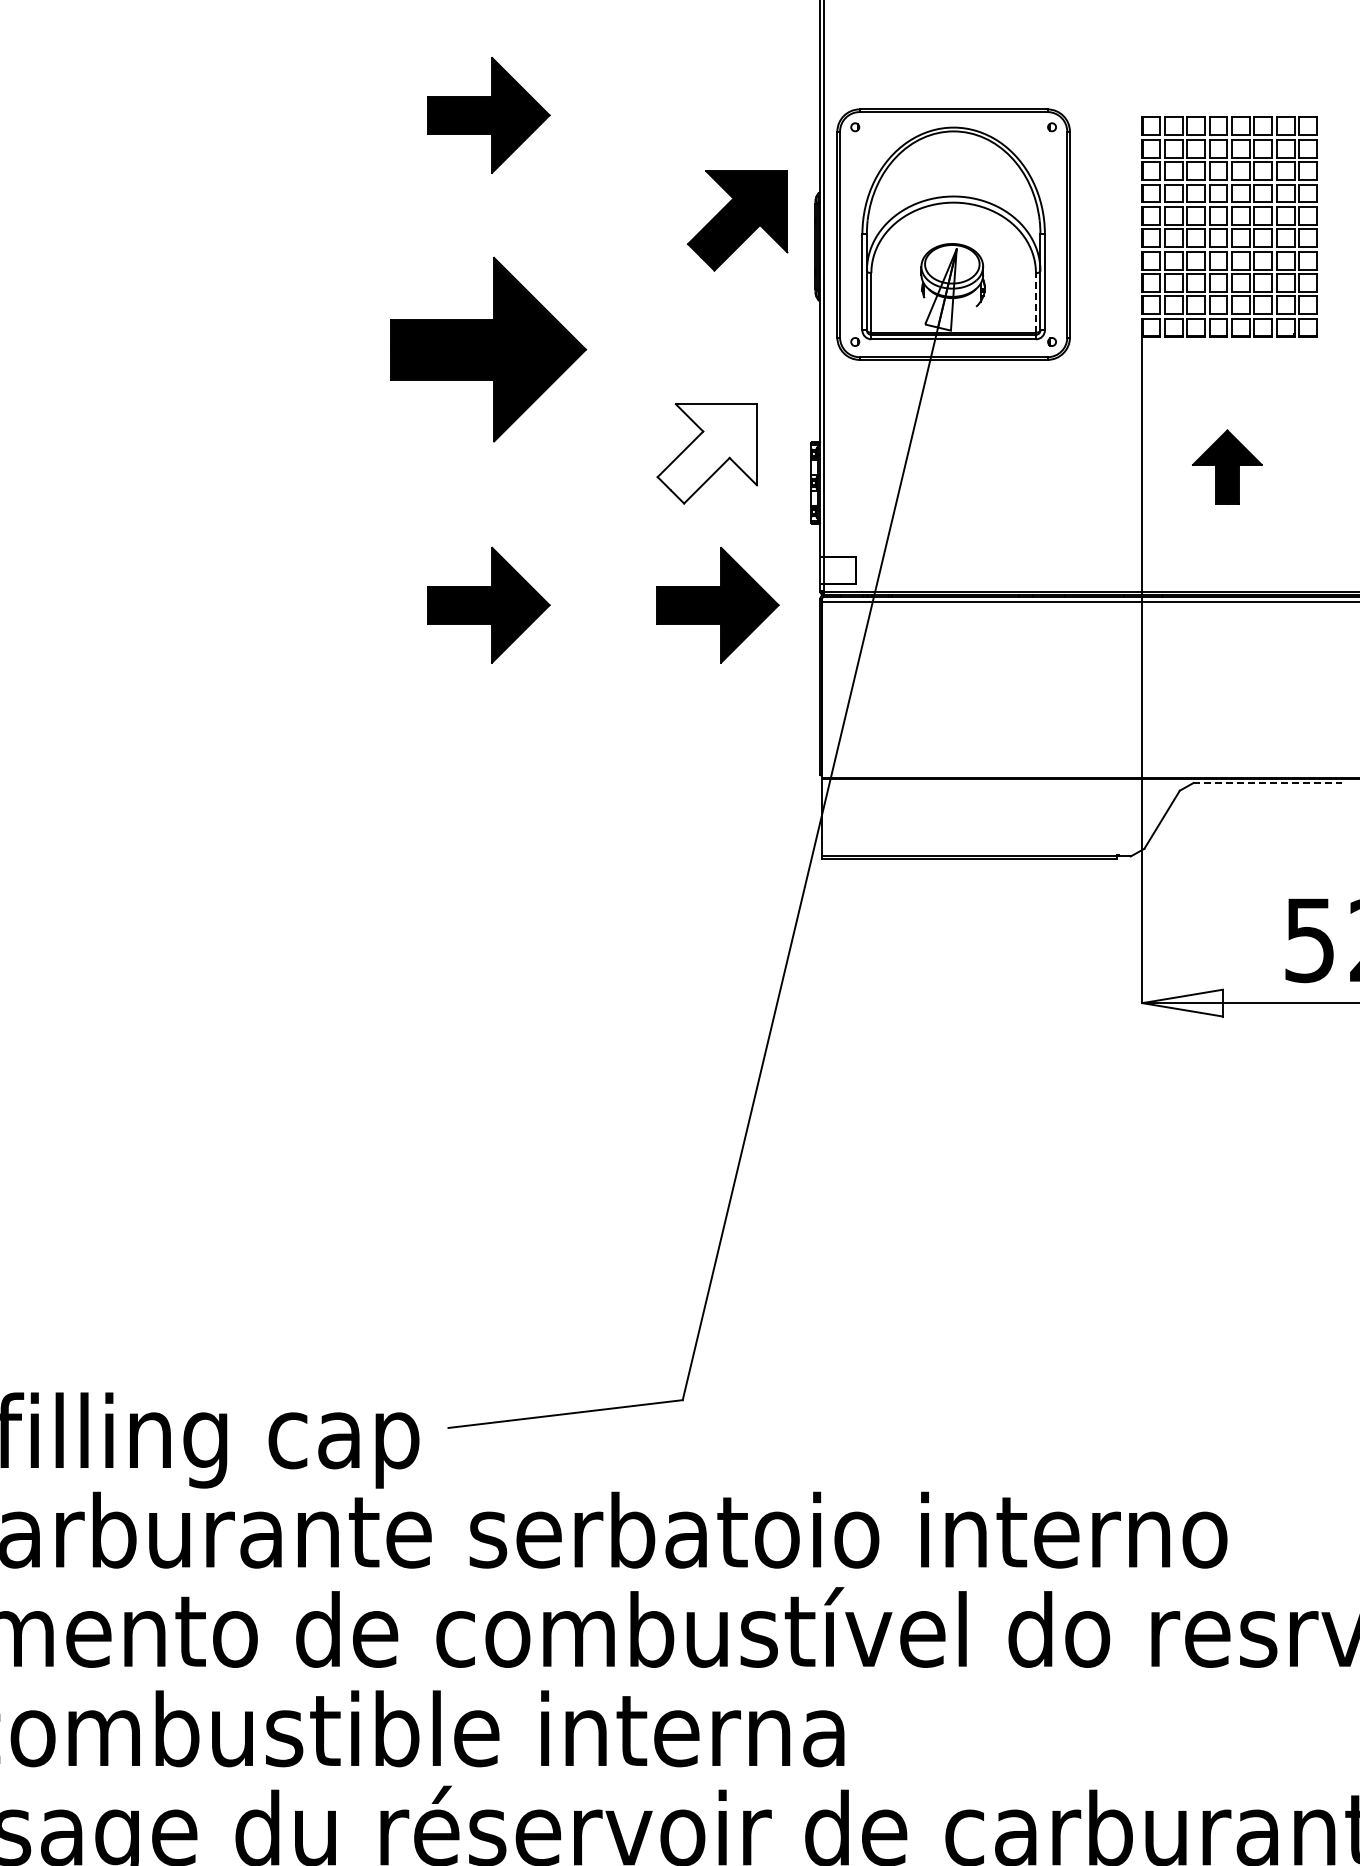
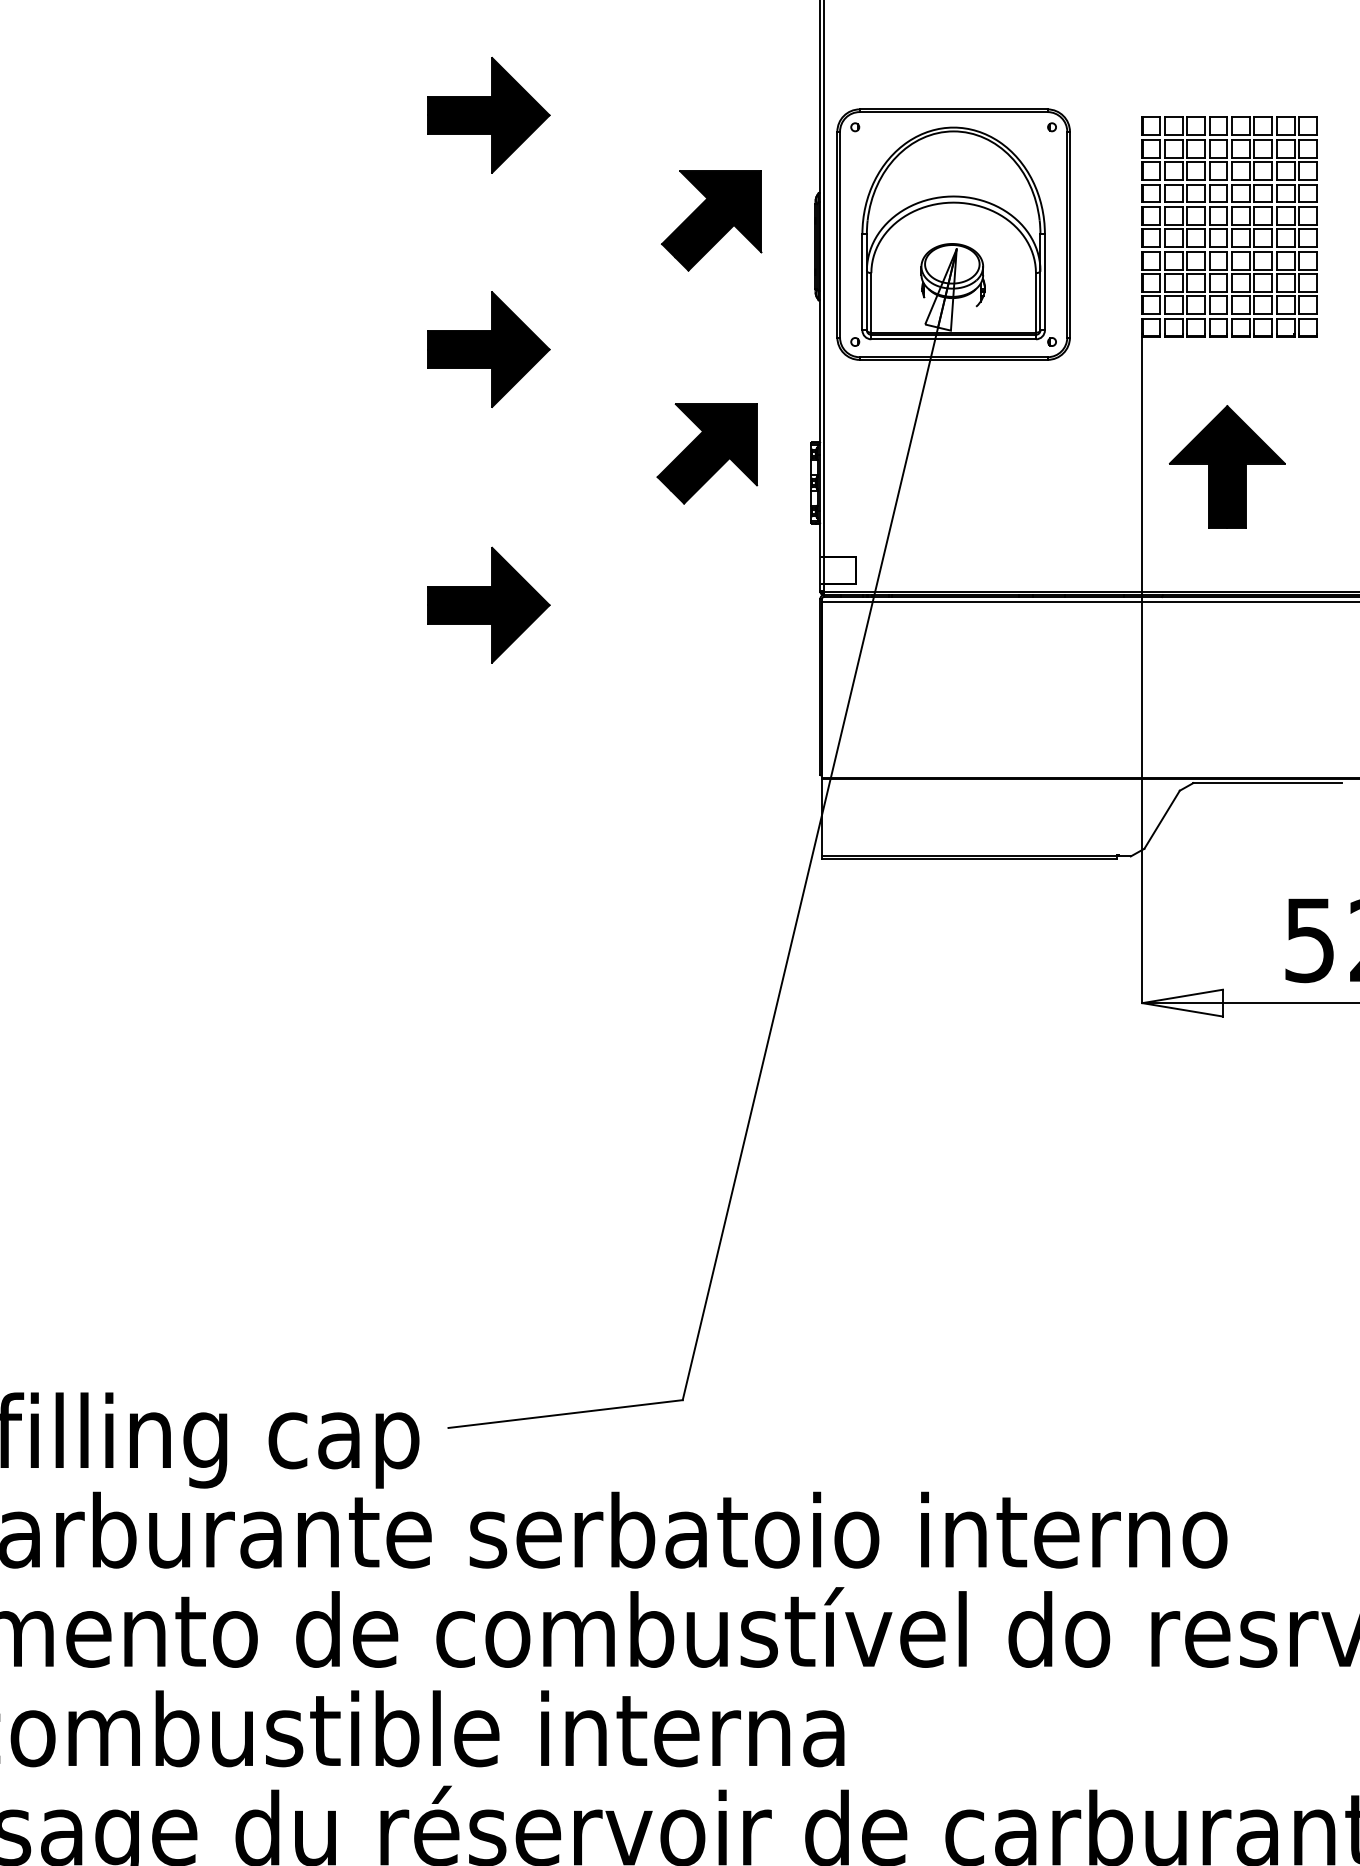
part at (737, 220) position: (737, 220) -> (711, 220)
line at (1035, 302): dashed -> solid
part at (488, 349) size: 198x187 px -> 124x117 px
fill at (707, 453): none -> present
part at (1227, 466) size: 71x76 px -> 117x124 px
part at (717, 604): present -> none
line at (1268, 783): dashed -> solid
